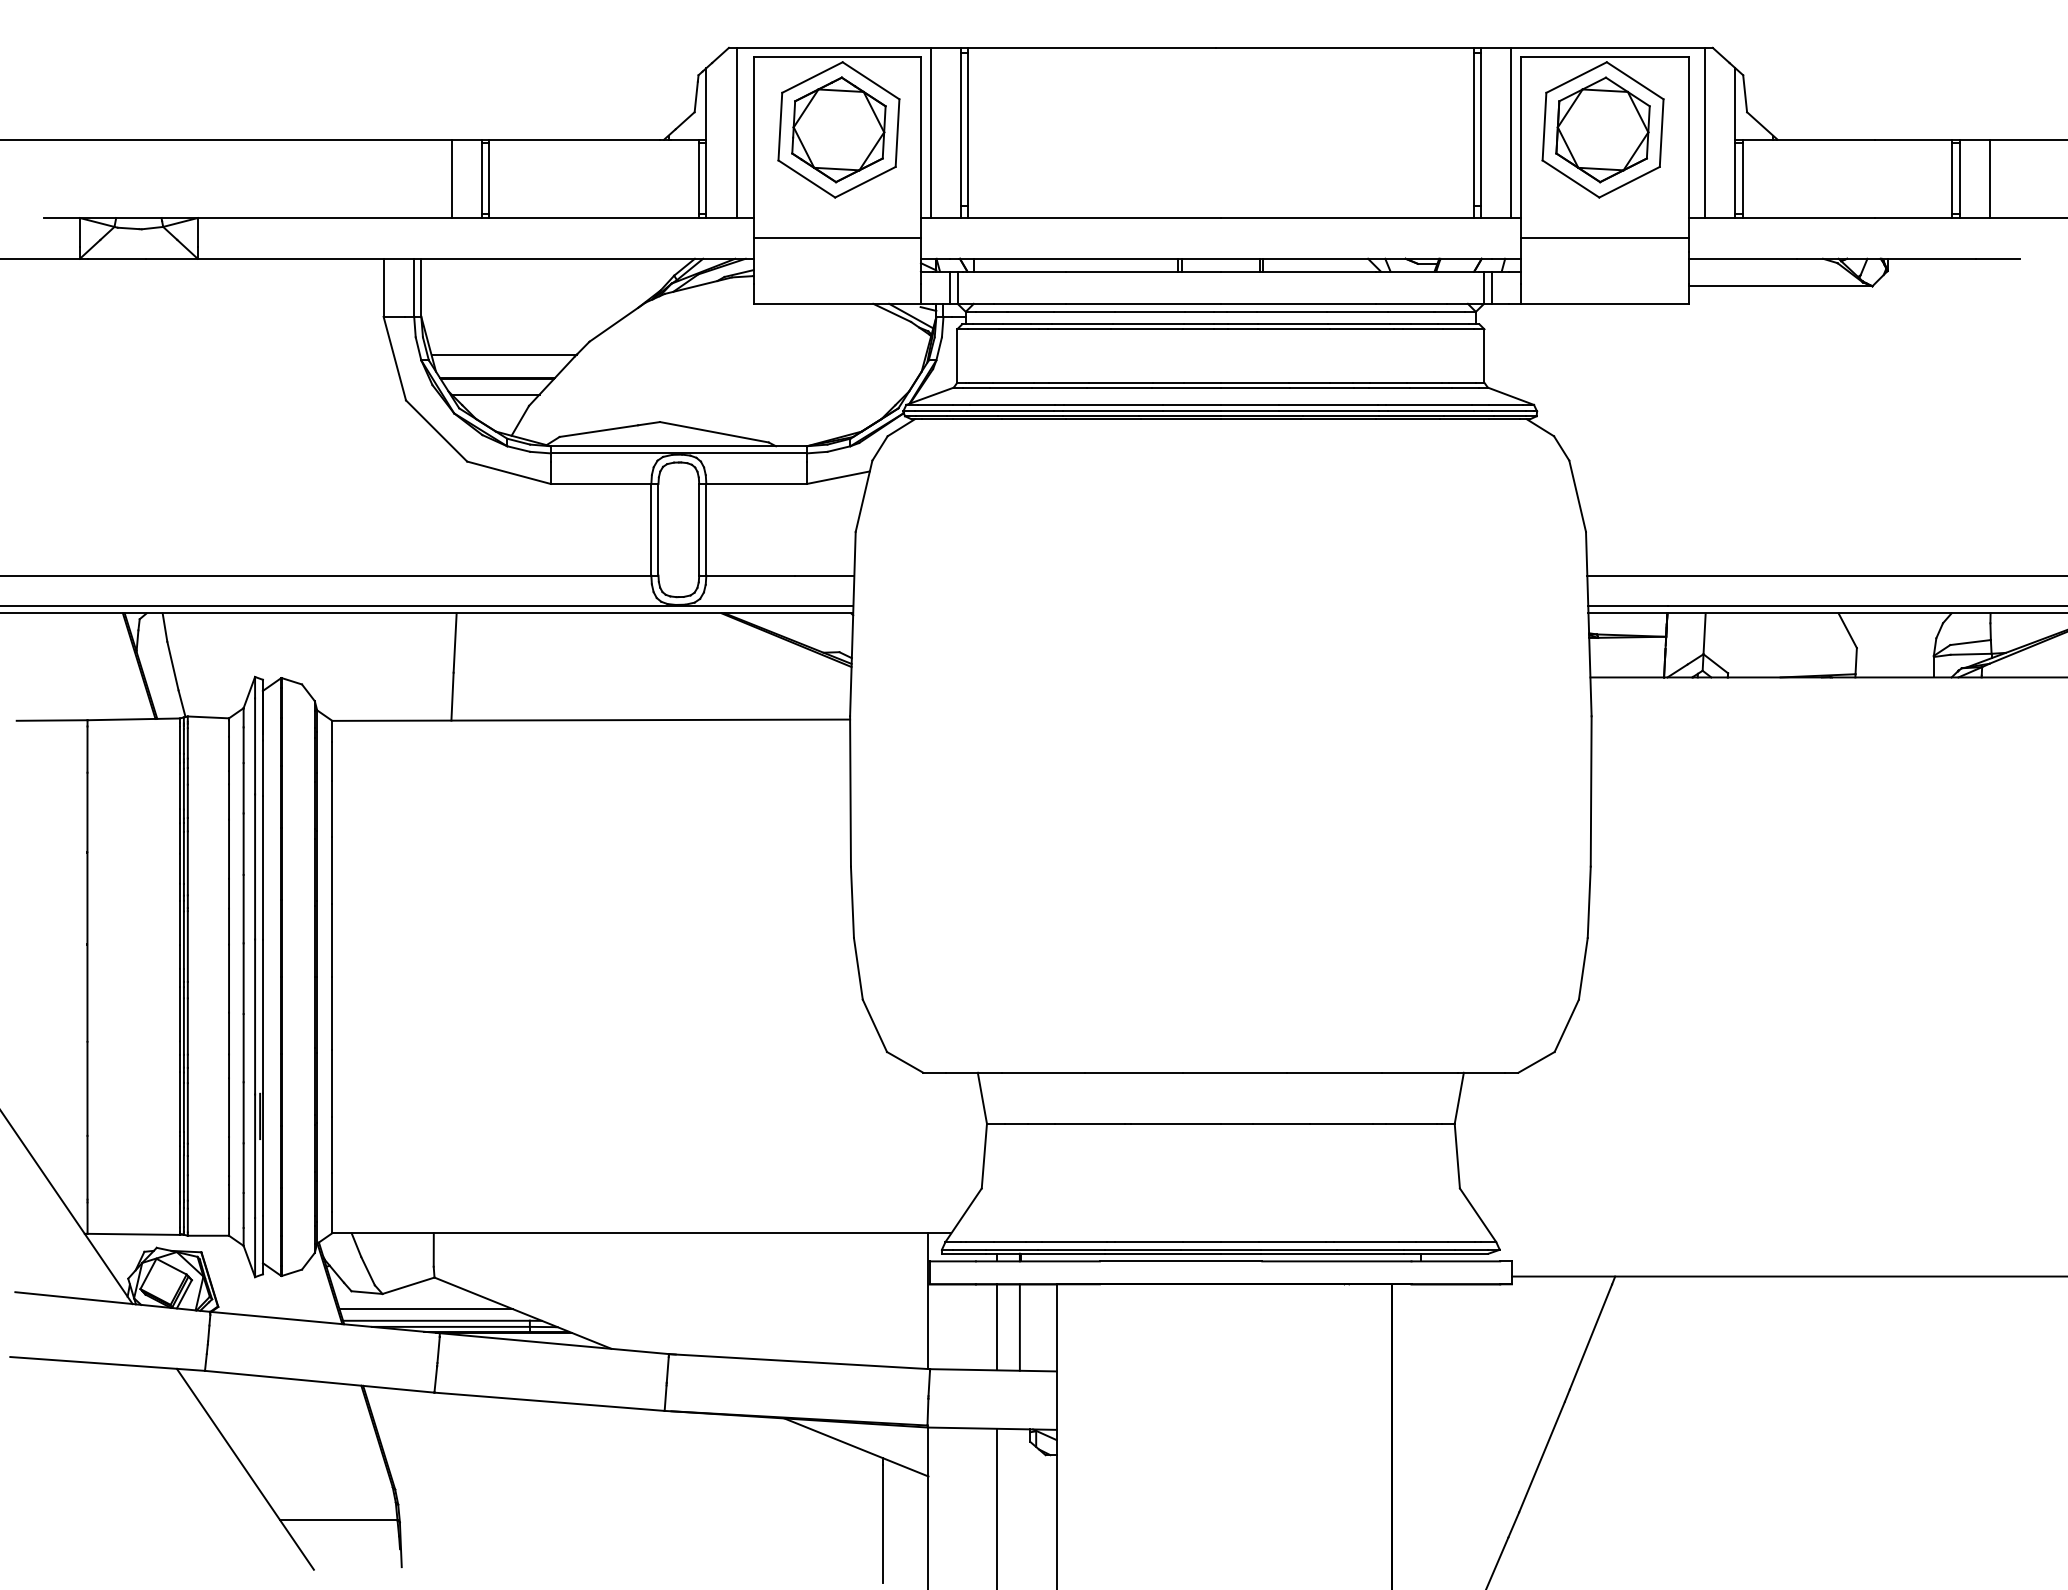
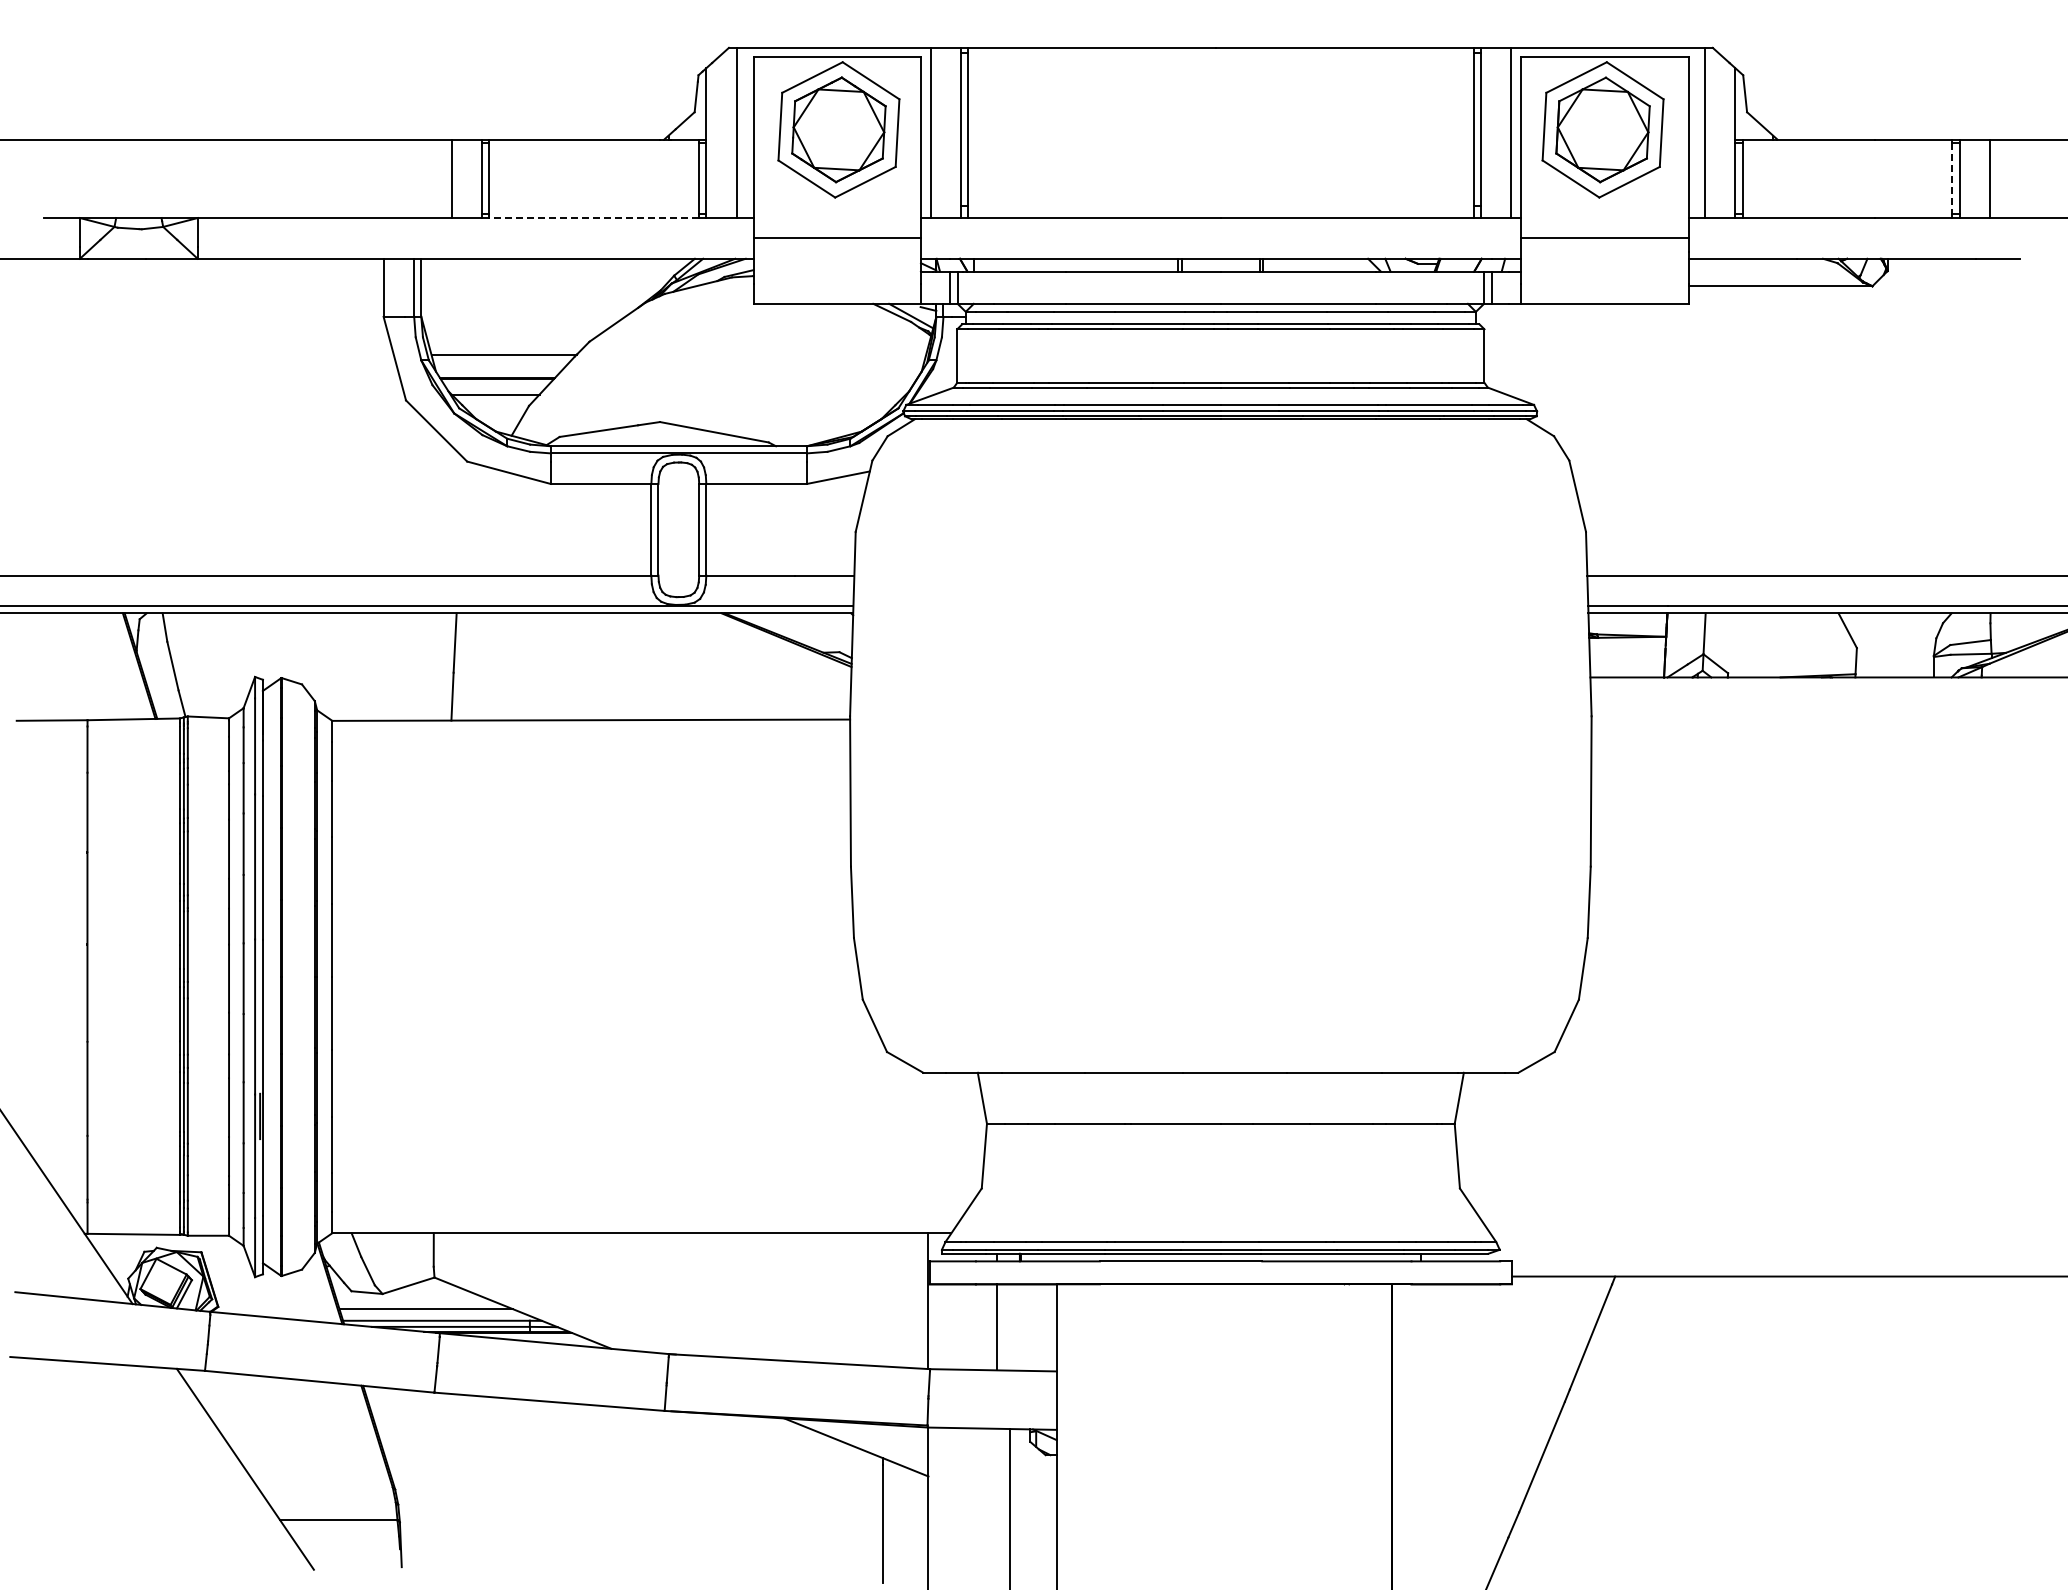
line at (1952, 178): solid -> dashed
line at (594, 218): solid -> dashed
line at (1019, 1327): present -> none
line at (997, 1507) position: (997, 1507) -> (1010, 1507)
